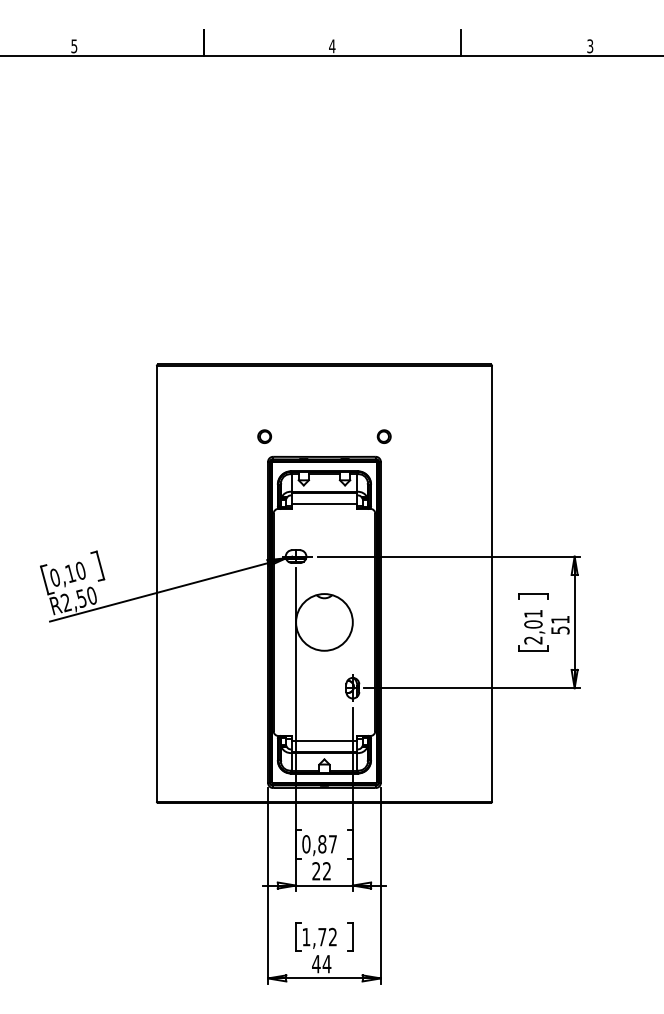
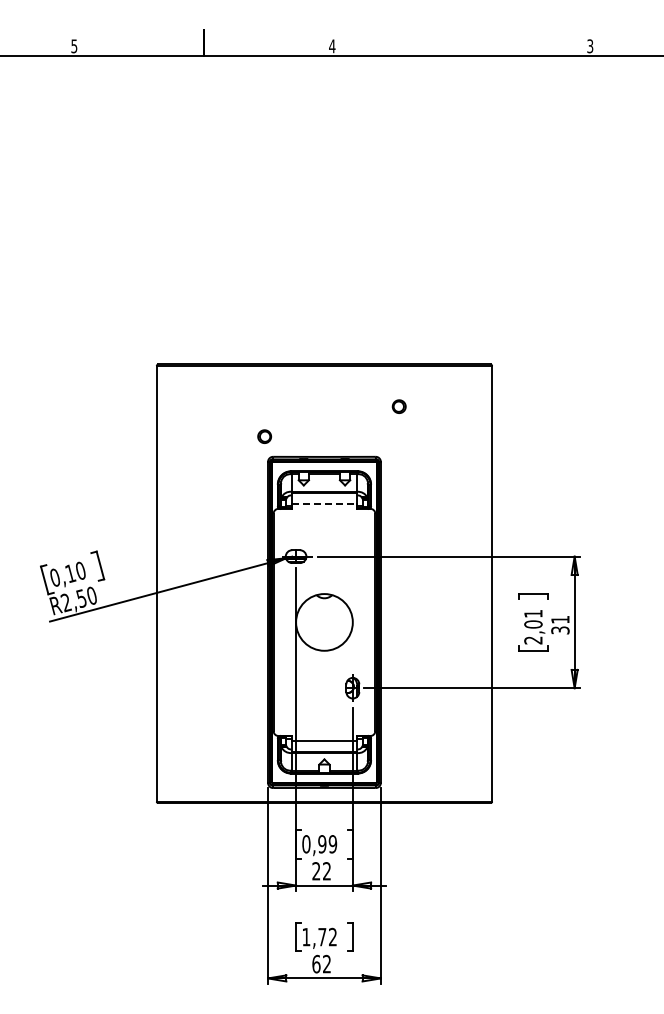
line at (461, 43): present -> none
part at (383, 436) position: (383, 436) -> (398, 406)
line at (324, 503): solid -> dashed
text at (559, 630): 51 -> 31
text at (327, 844): 0,87 -> 0,99
text at (321, 963): 44 -> 62
